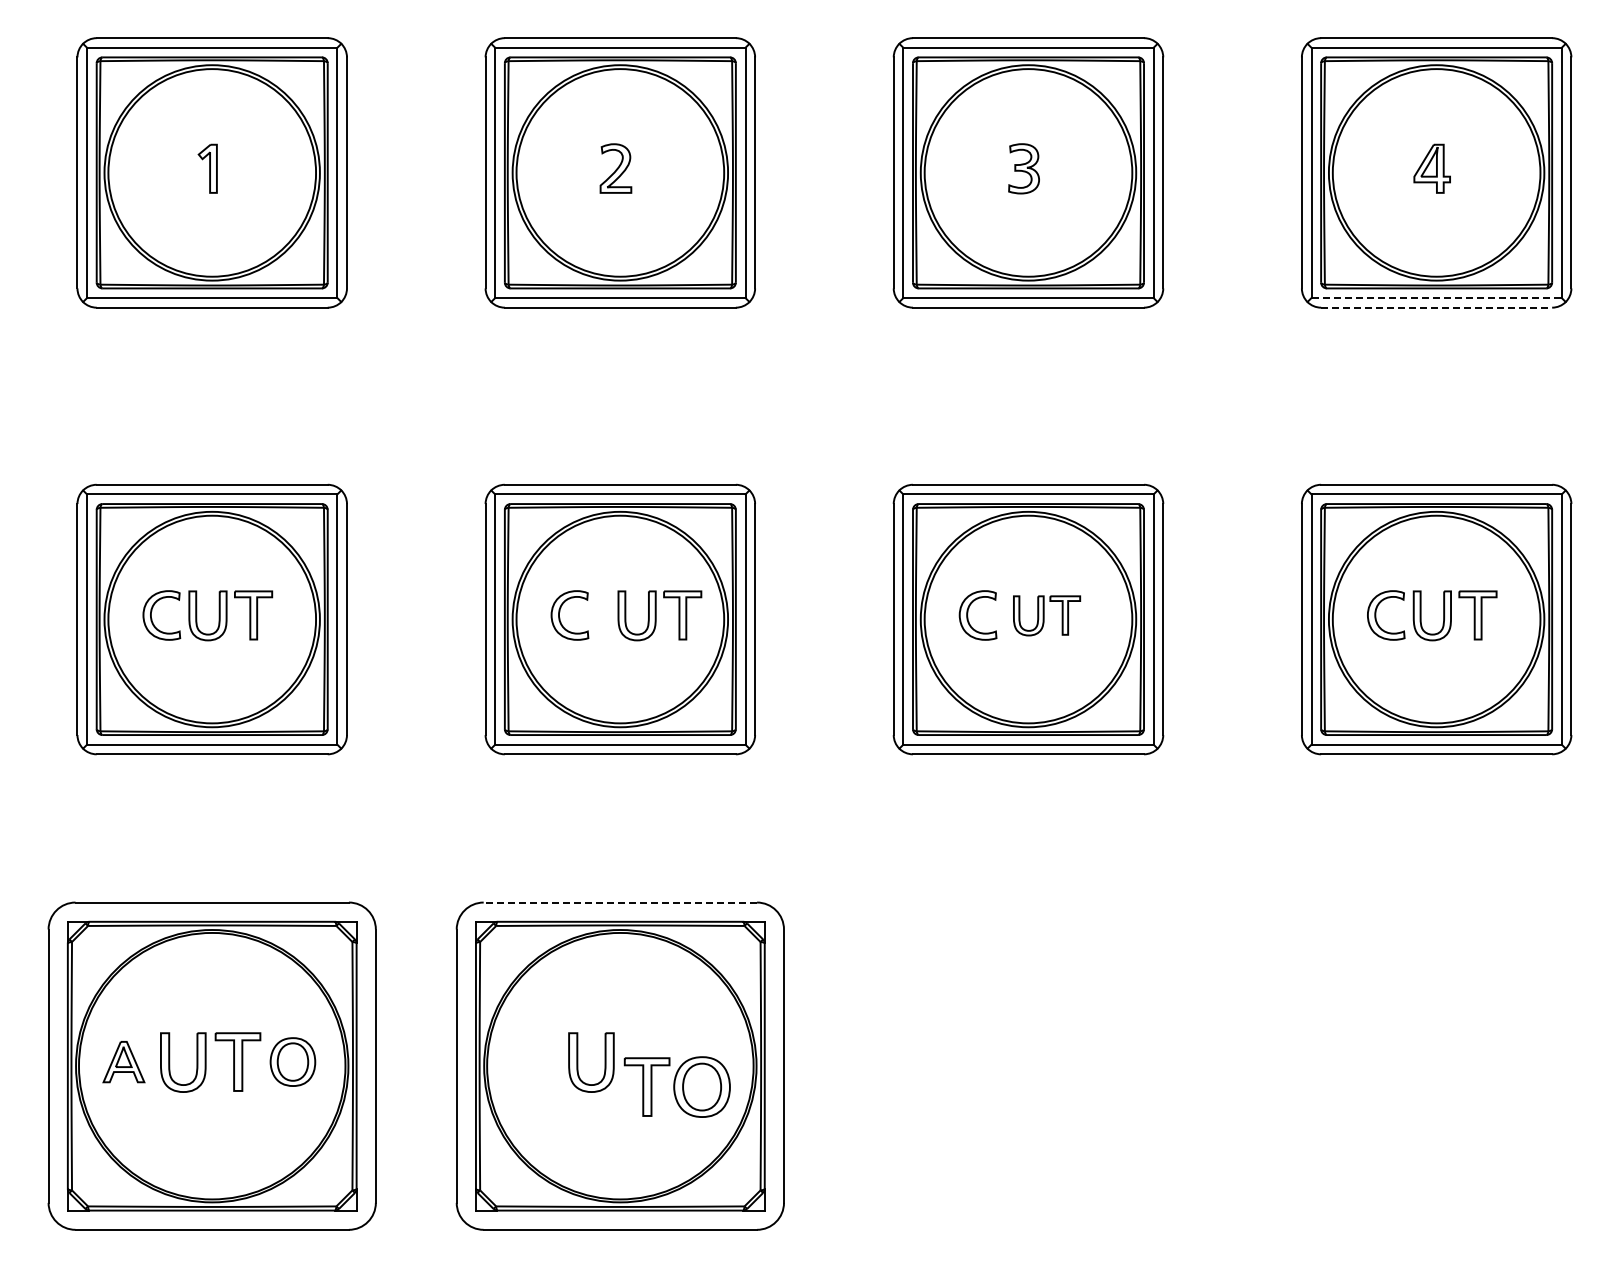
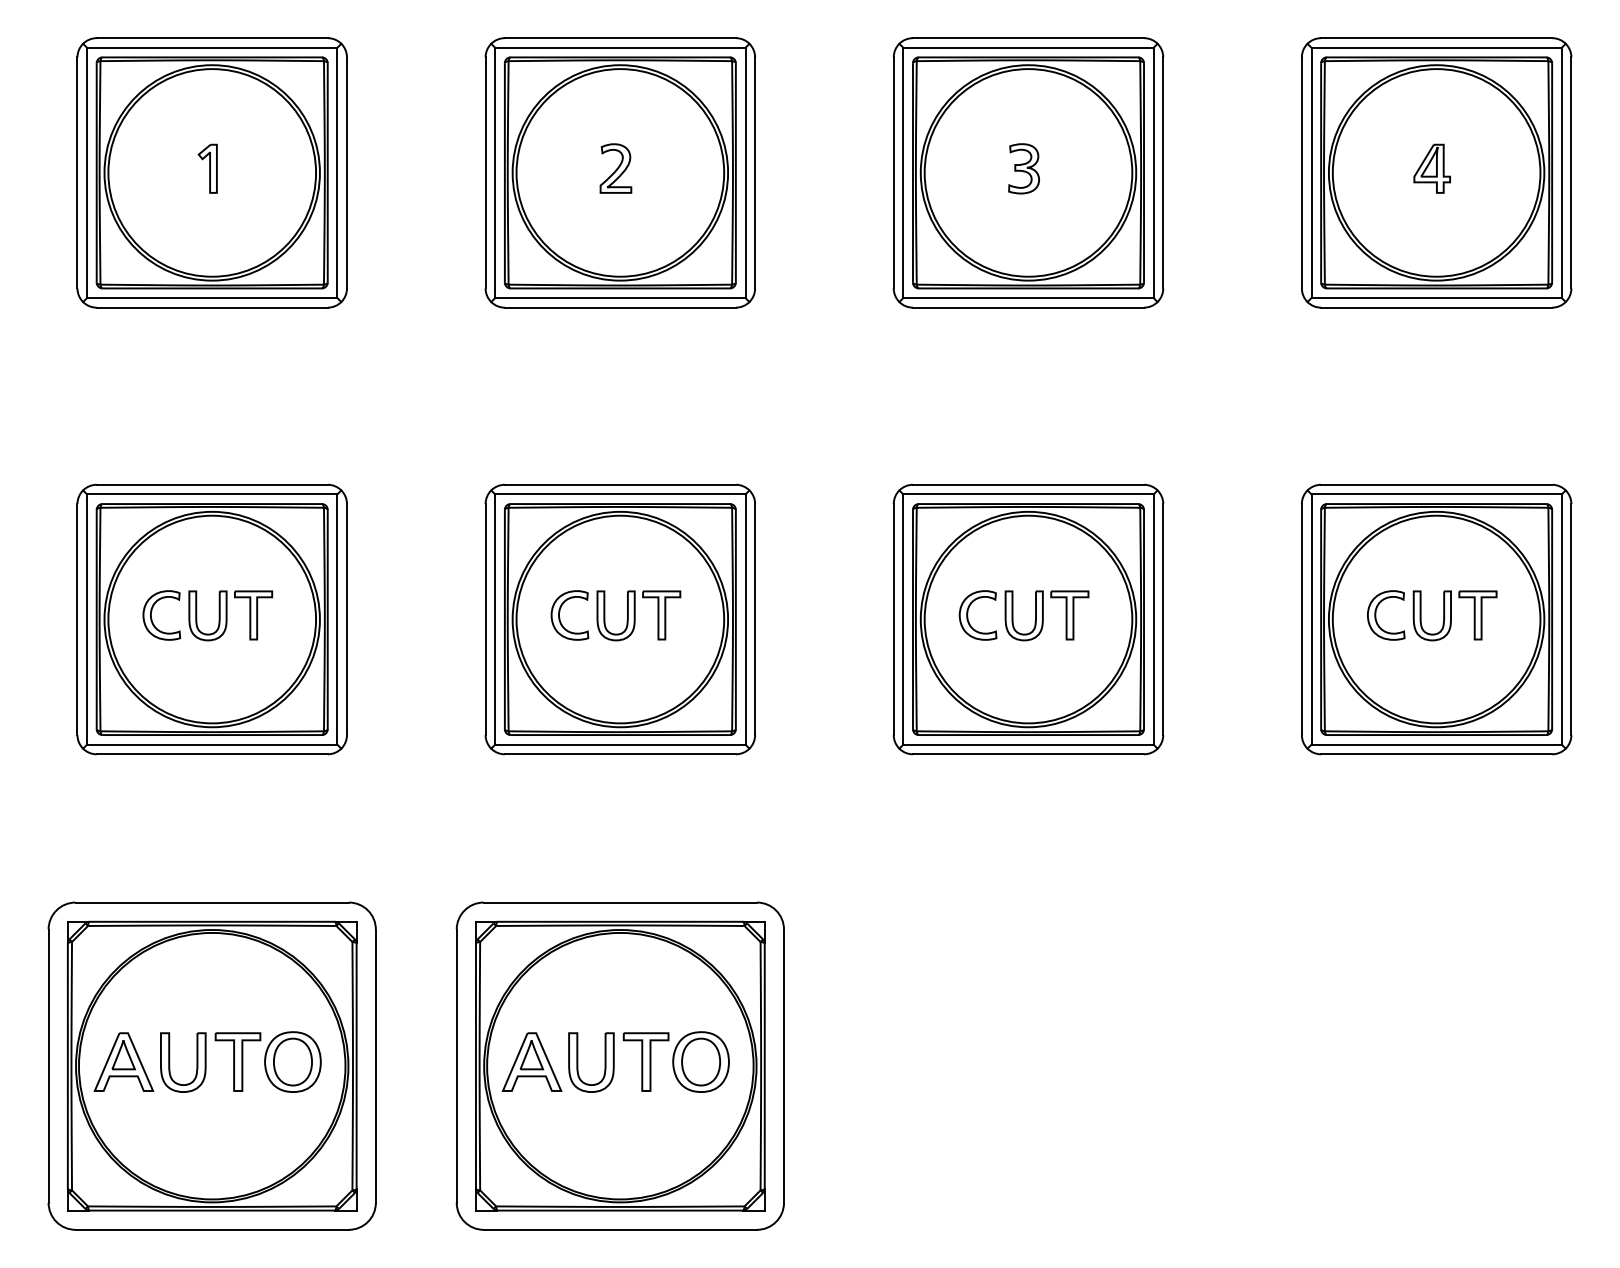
line at (1437, 298): dashed -> solid
line at (1436, 307): dashed -> solid
part at (659, 615) position: (659, 615) -> (638, 615)
part at (1047, 615) size: 69x42 px -> 86x52 px
line at (620, 902): dashed -> solid
part at (292, 1061) size: 48x50 px -> 58x62 px
part at (531, 1061): none -> present
part at (123, 1062) size: 44x43 px -> 62x60 px
part at (676, 1086) position: (676, 1086) -> (675, 1061)
